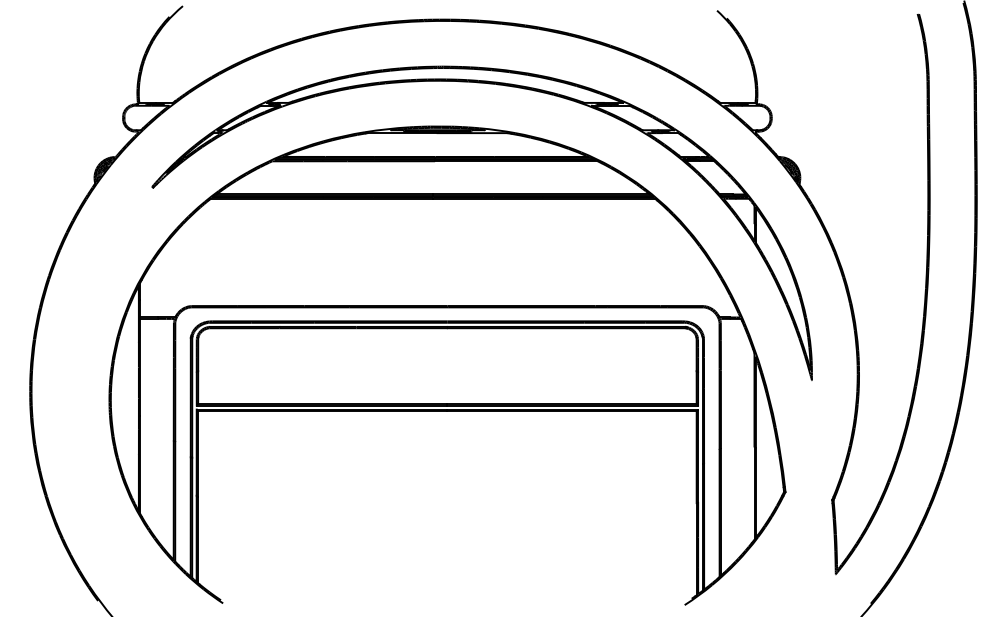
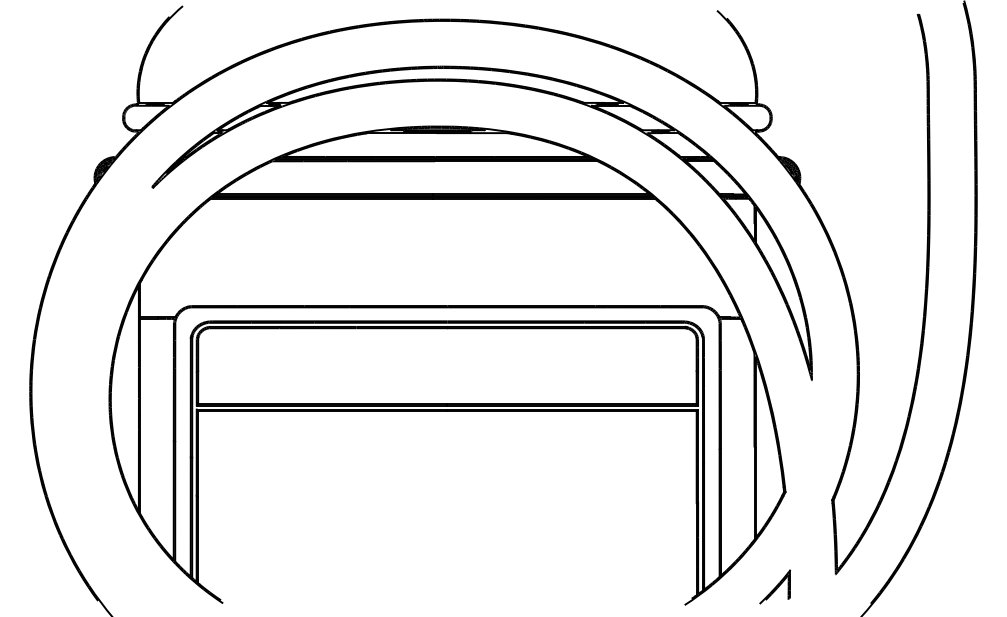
part at (774, 586): none -> present
